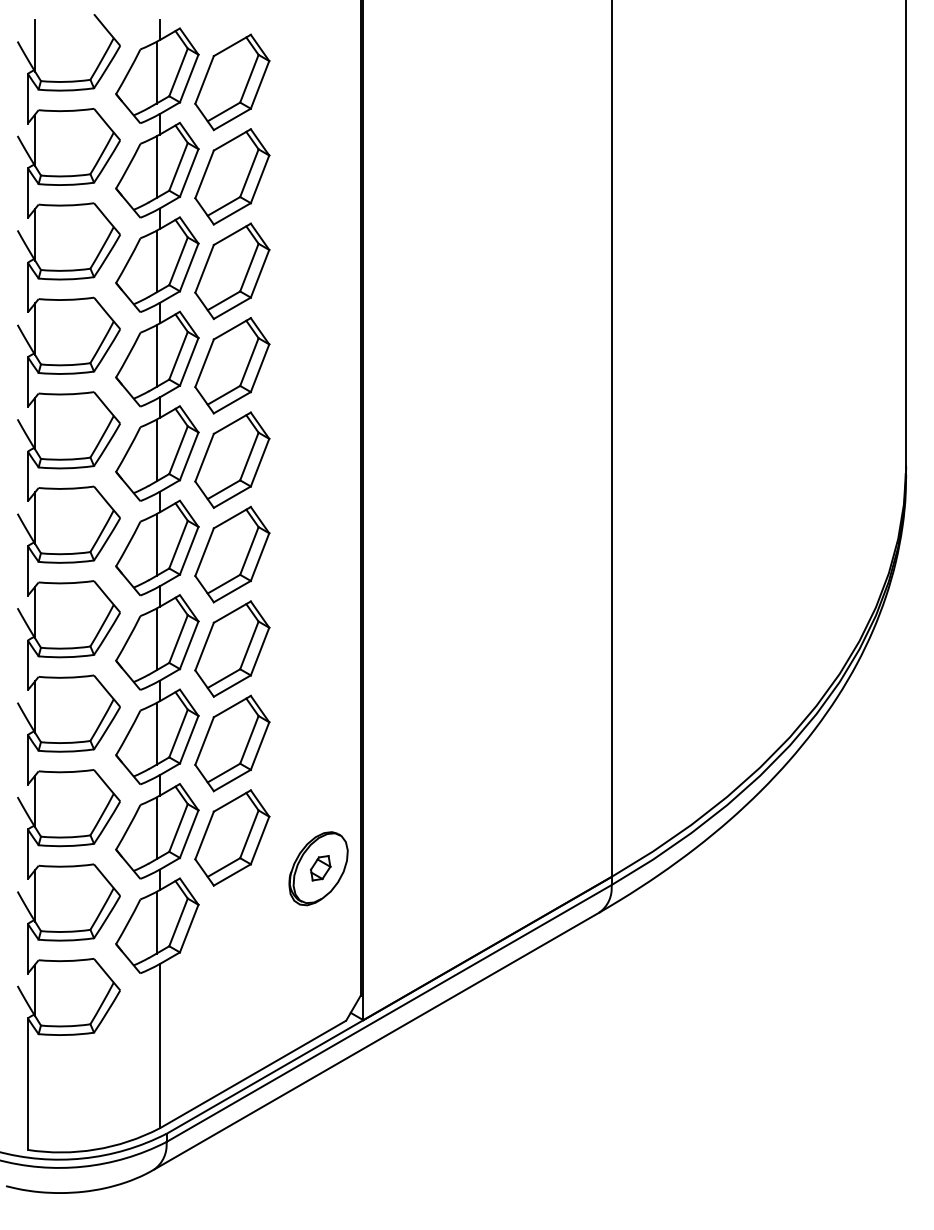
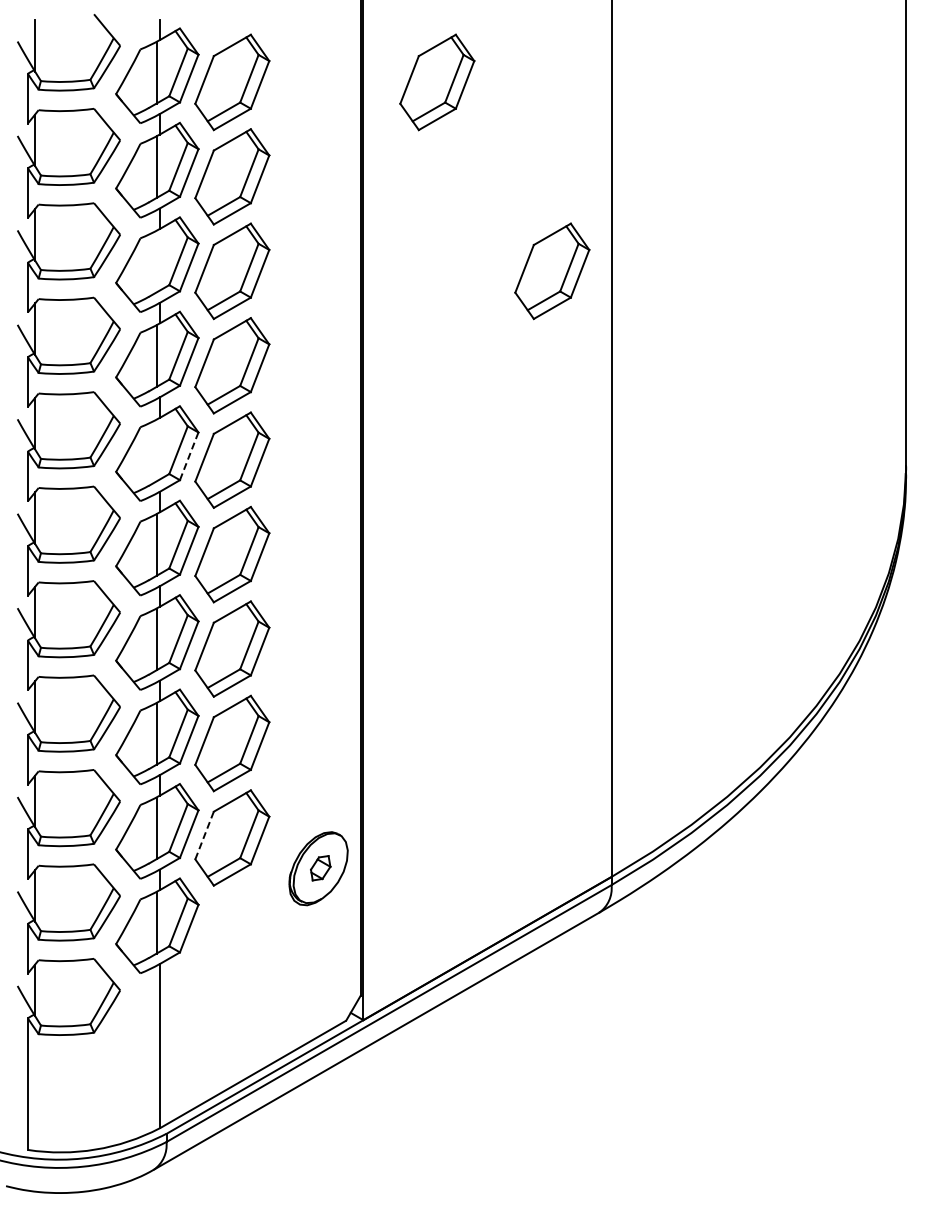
part at (437, 82): none -> present
line at (156, 261): present -> none
part at (552, 271): none -> present
line at (156, 450): present -> none
line at (189, 456): solid -> dashed
line at (204, 835): solid -> dashed
